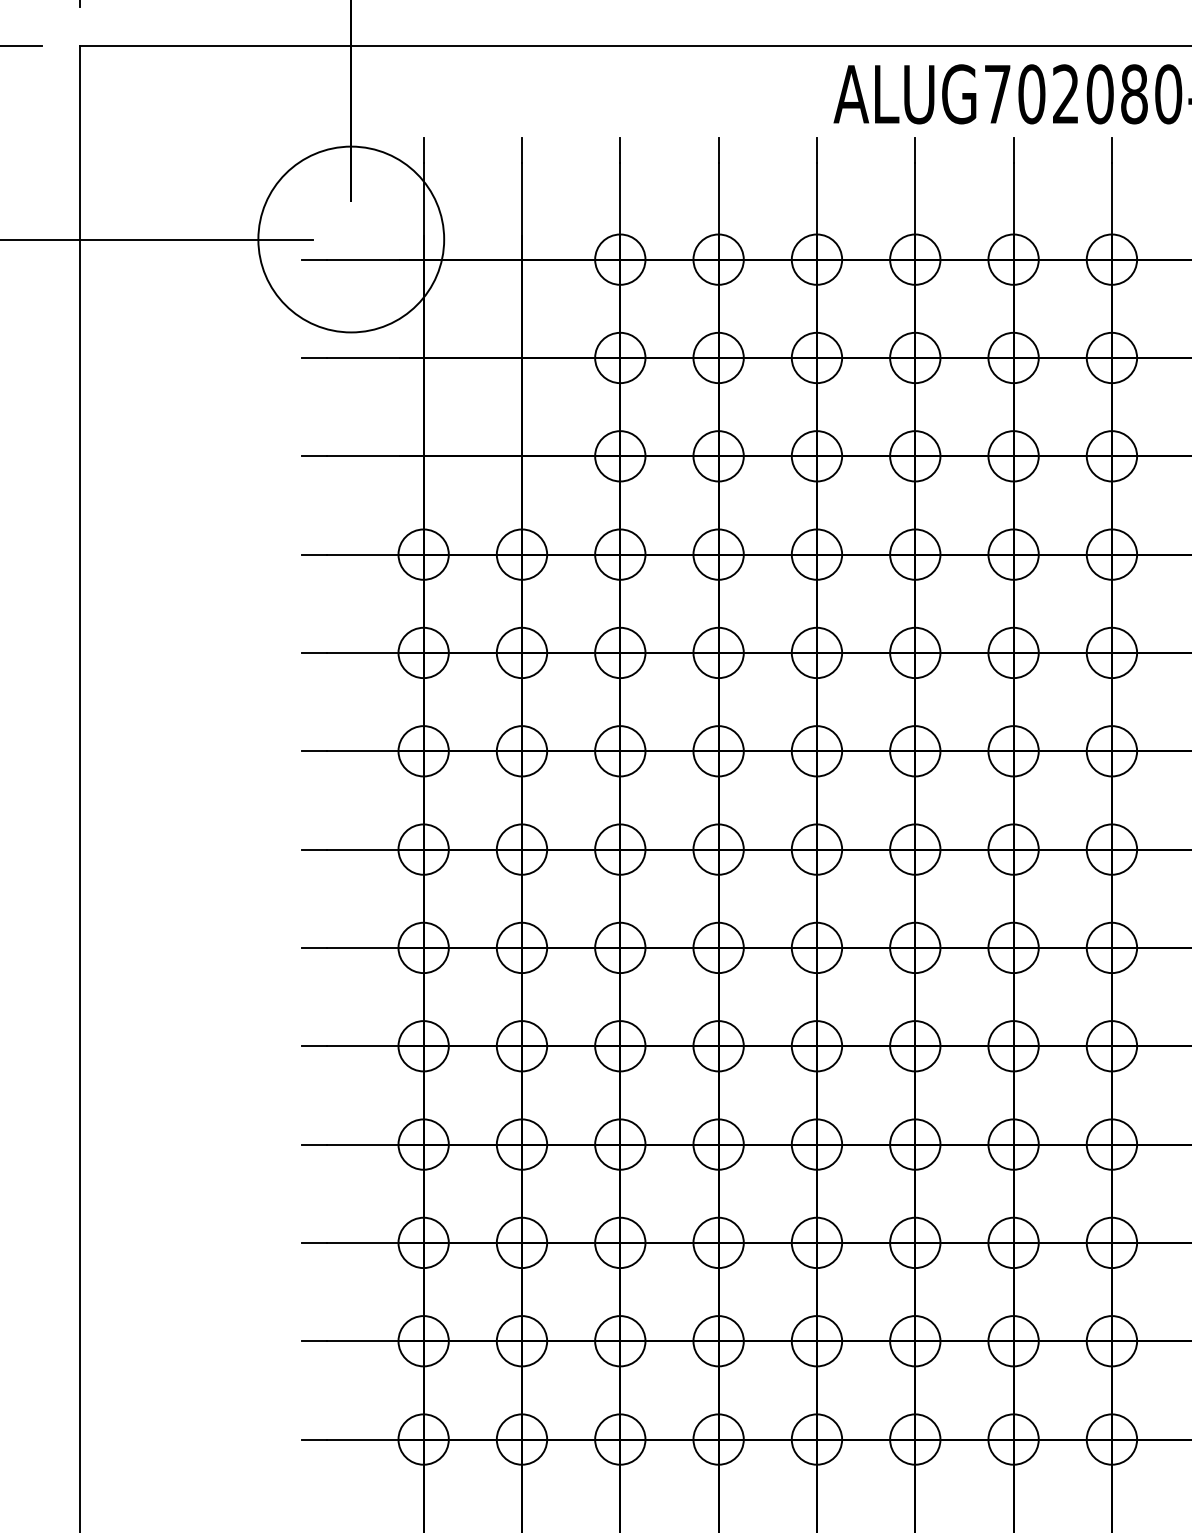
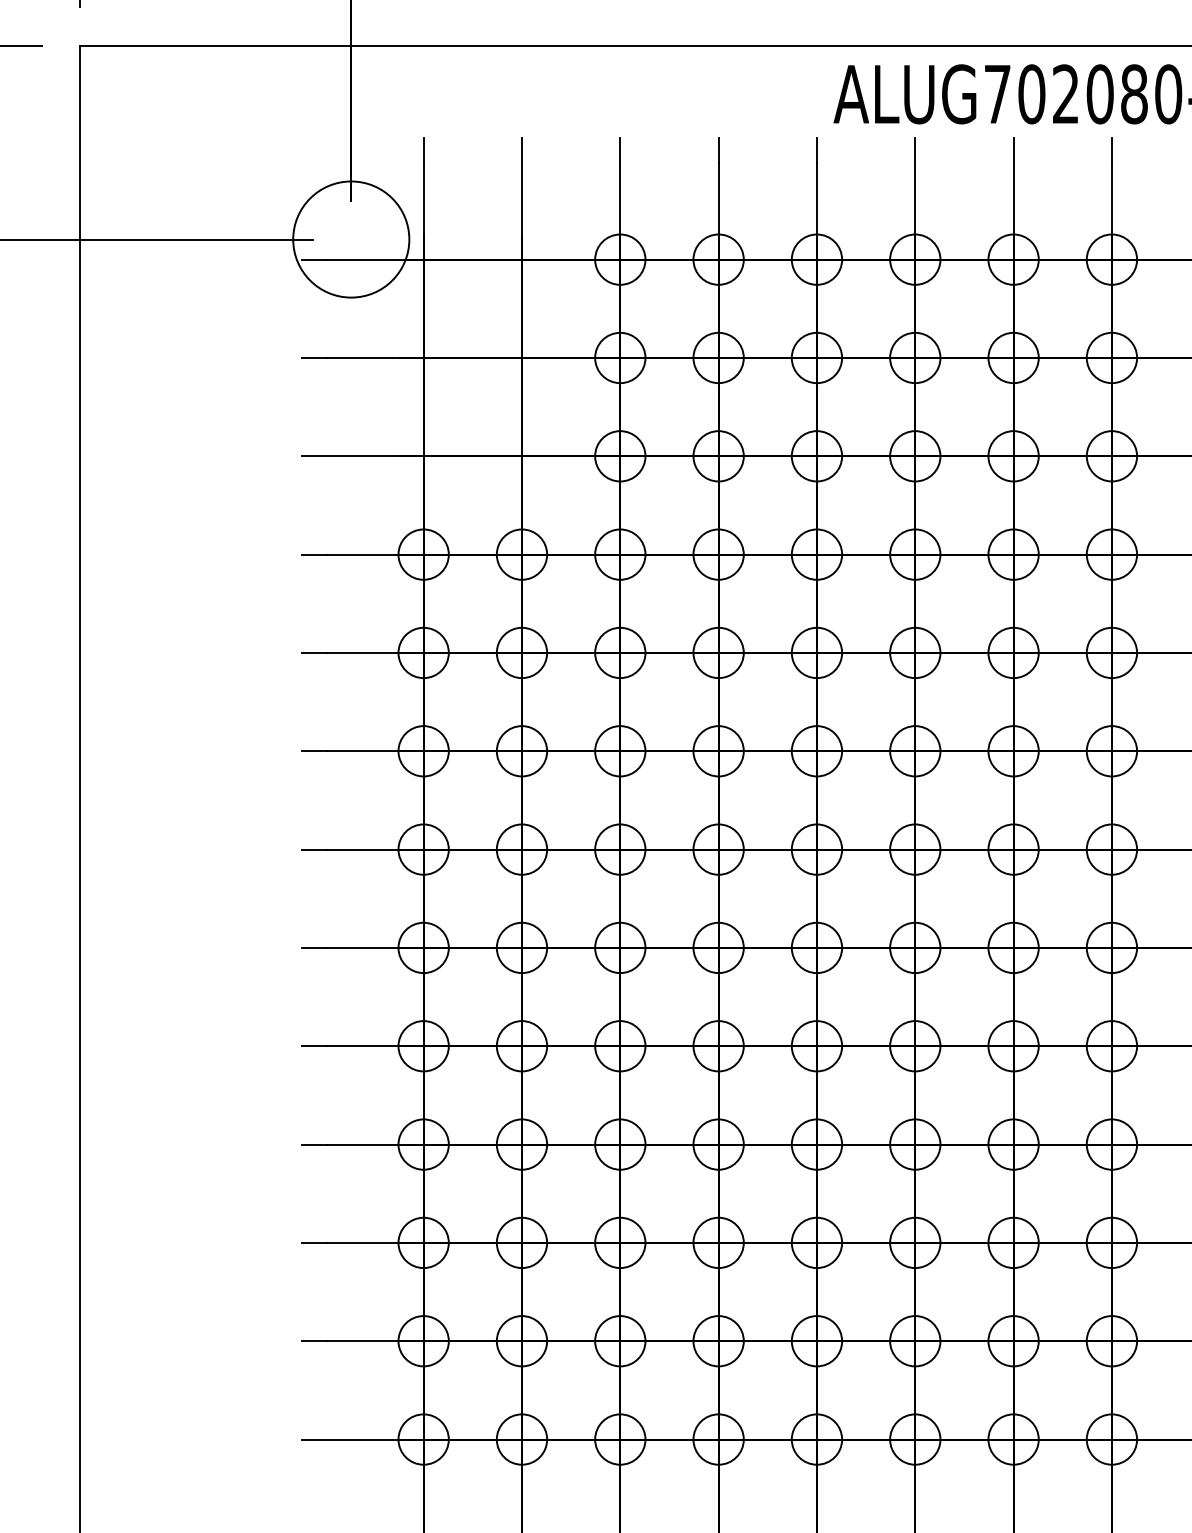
circle at (351, 239) diameter: 186 px -> 116 px
